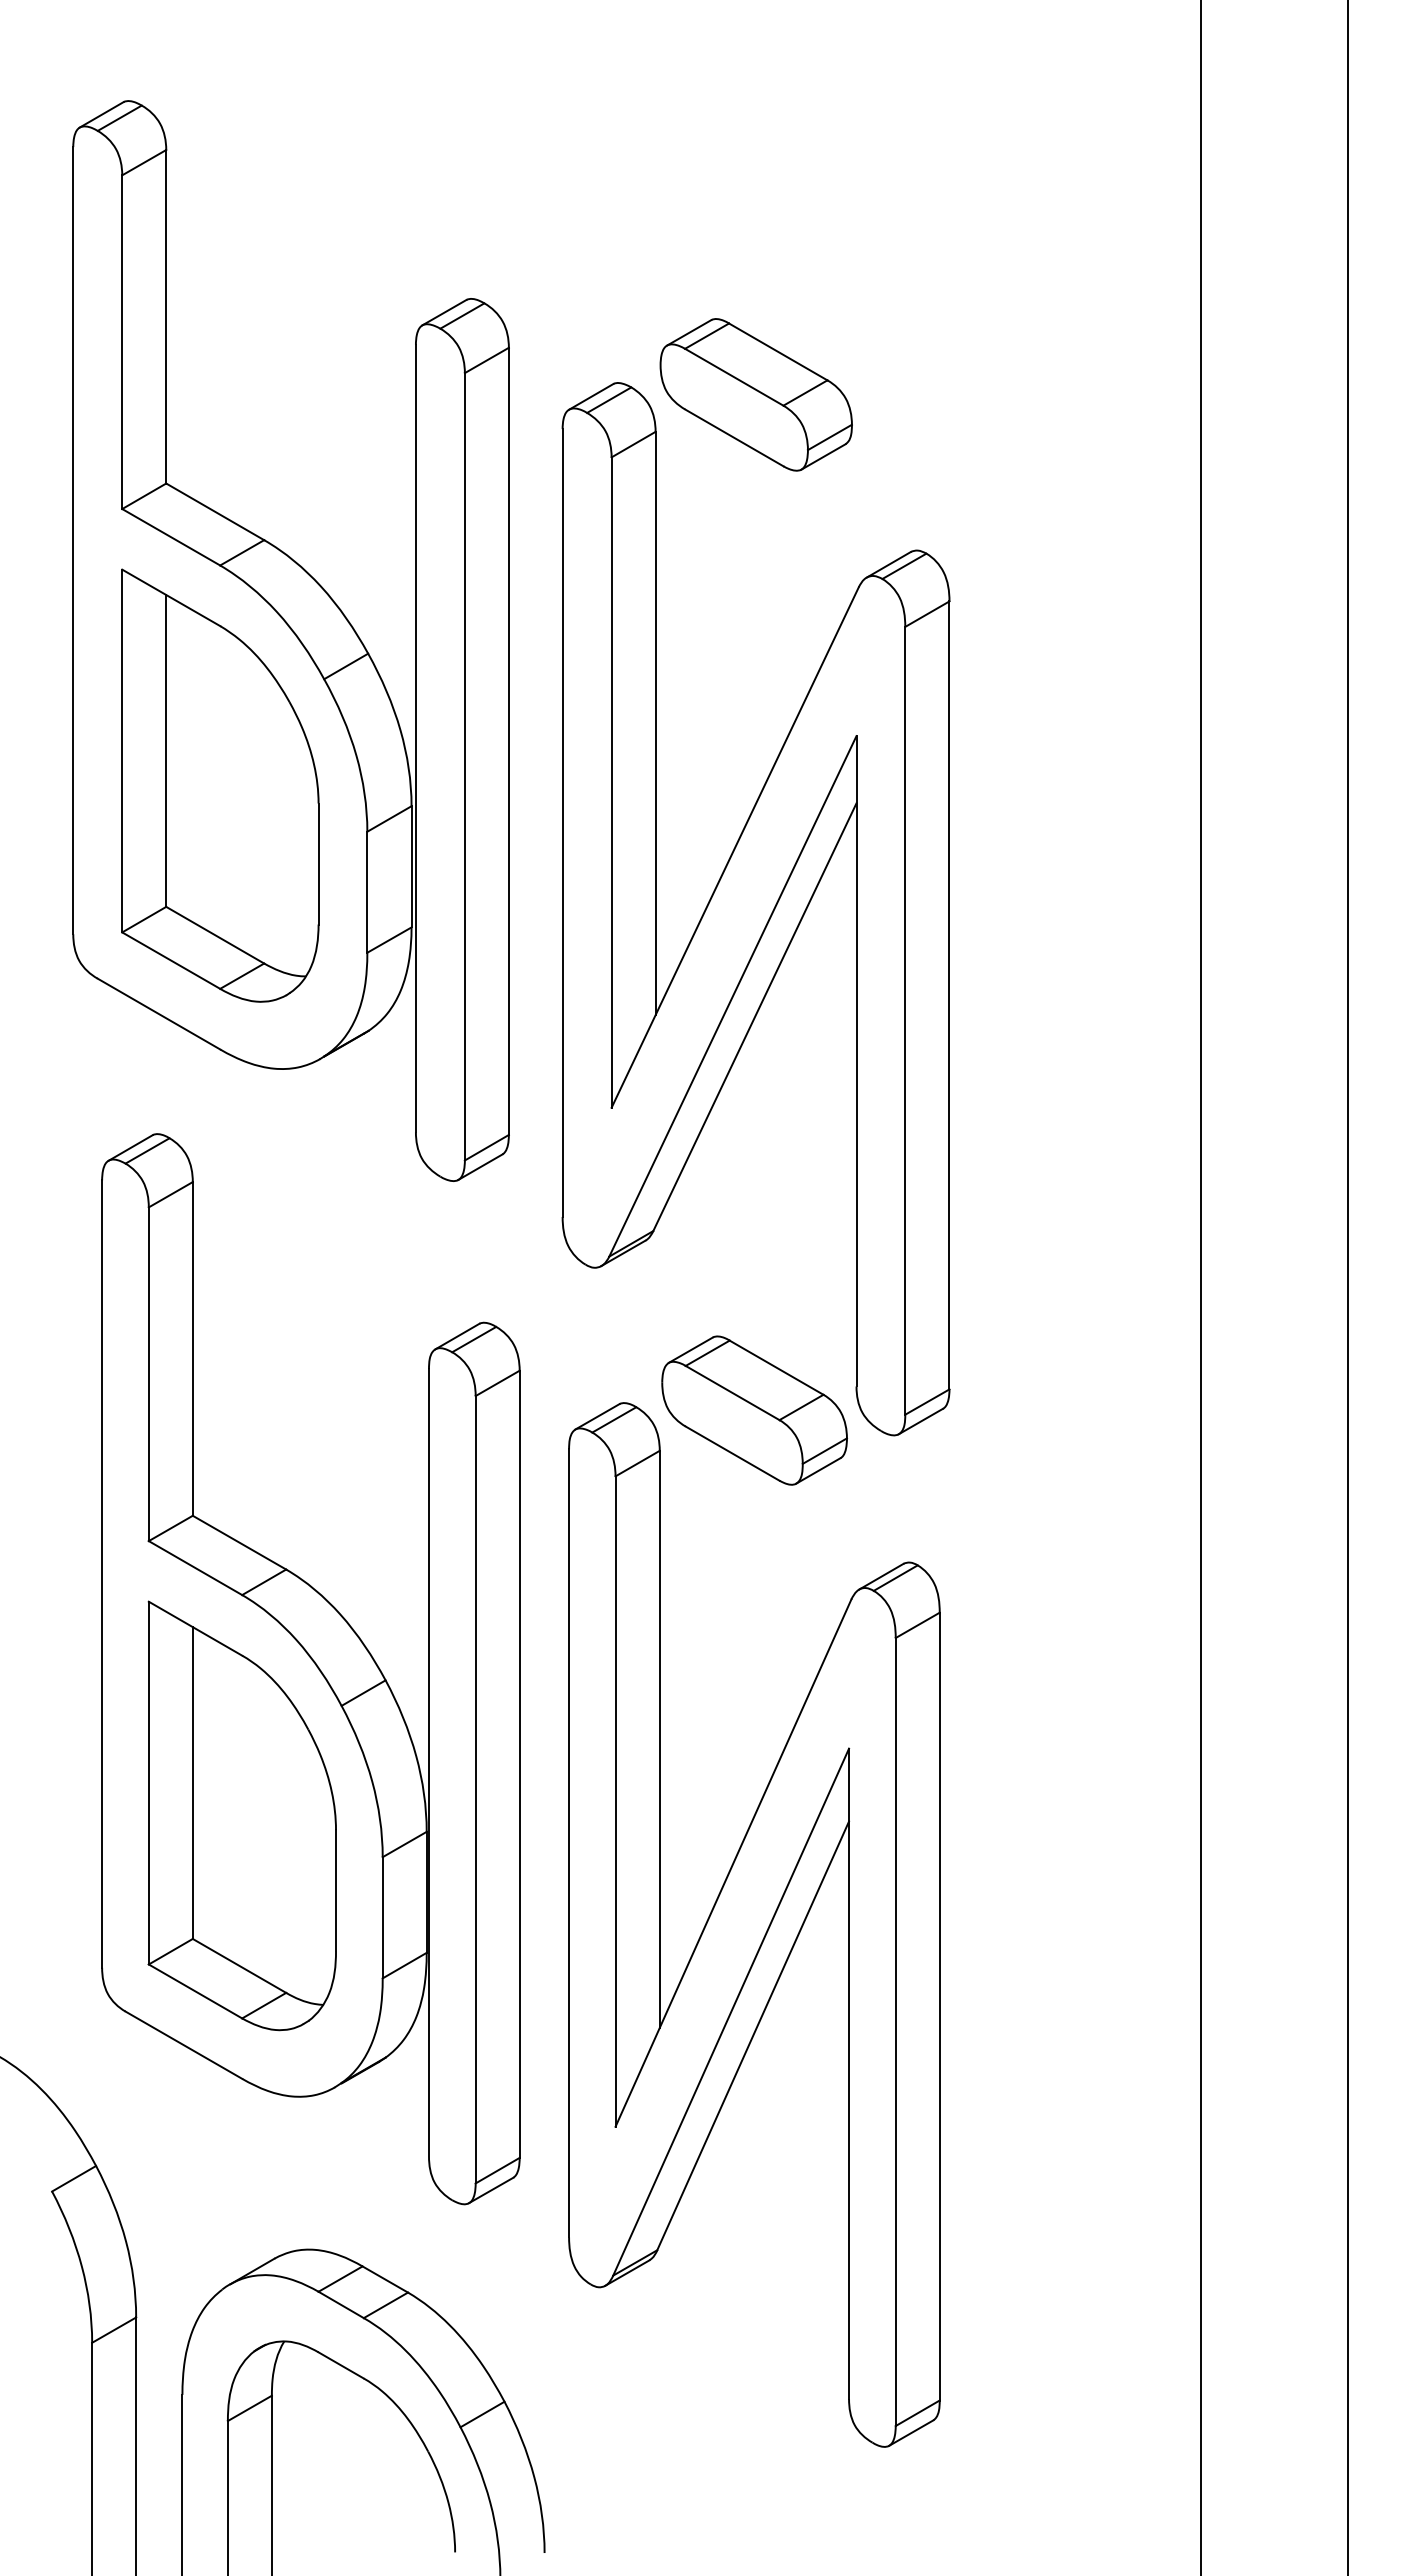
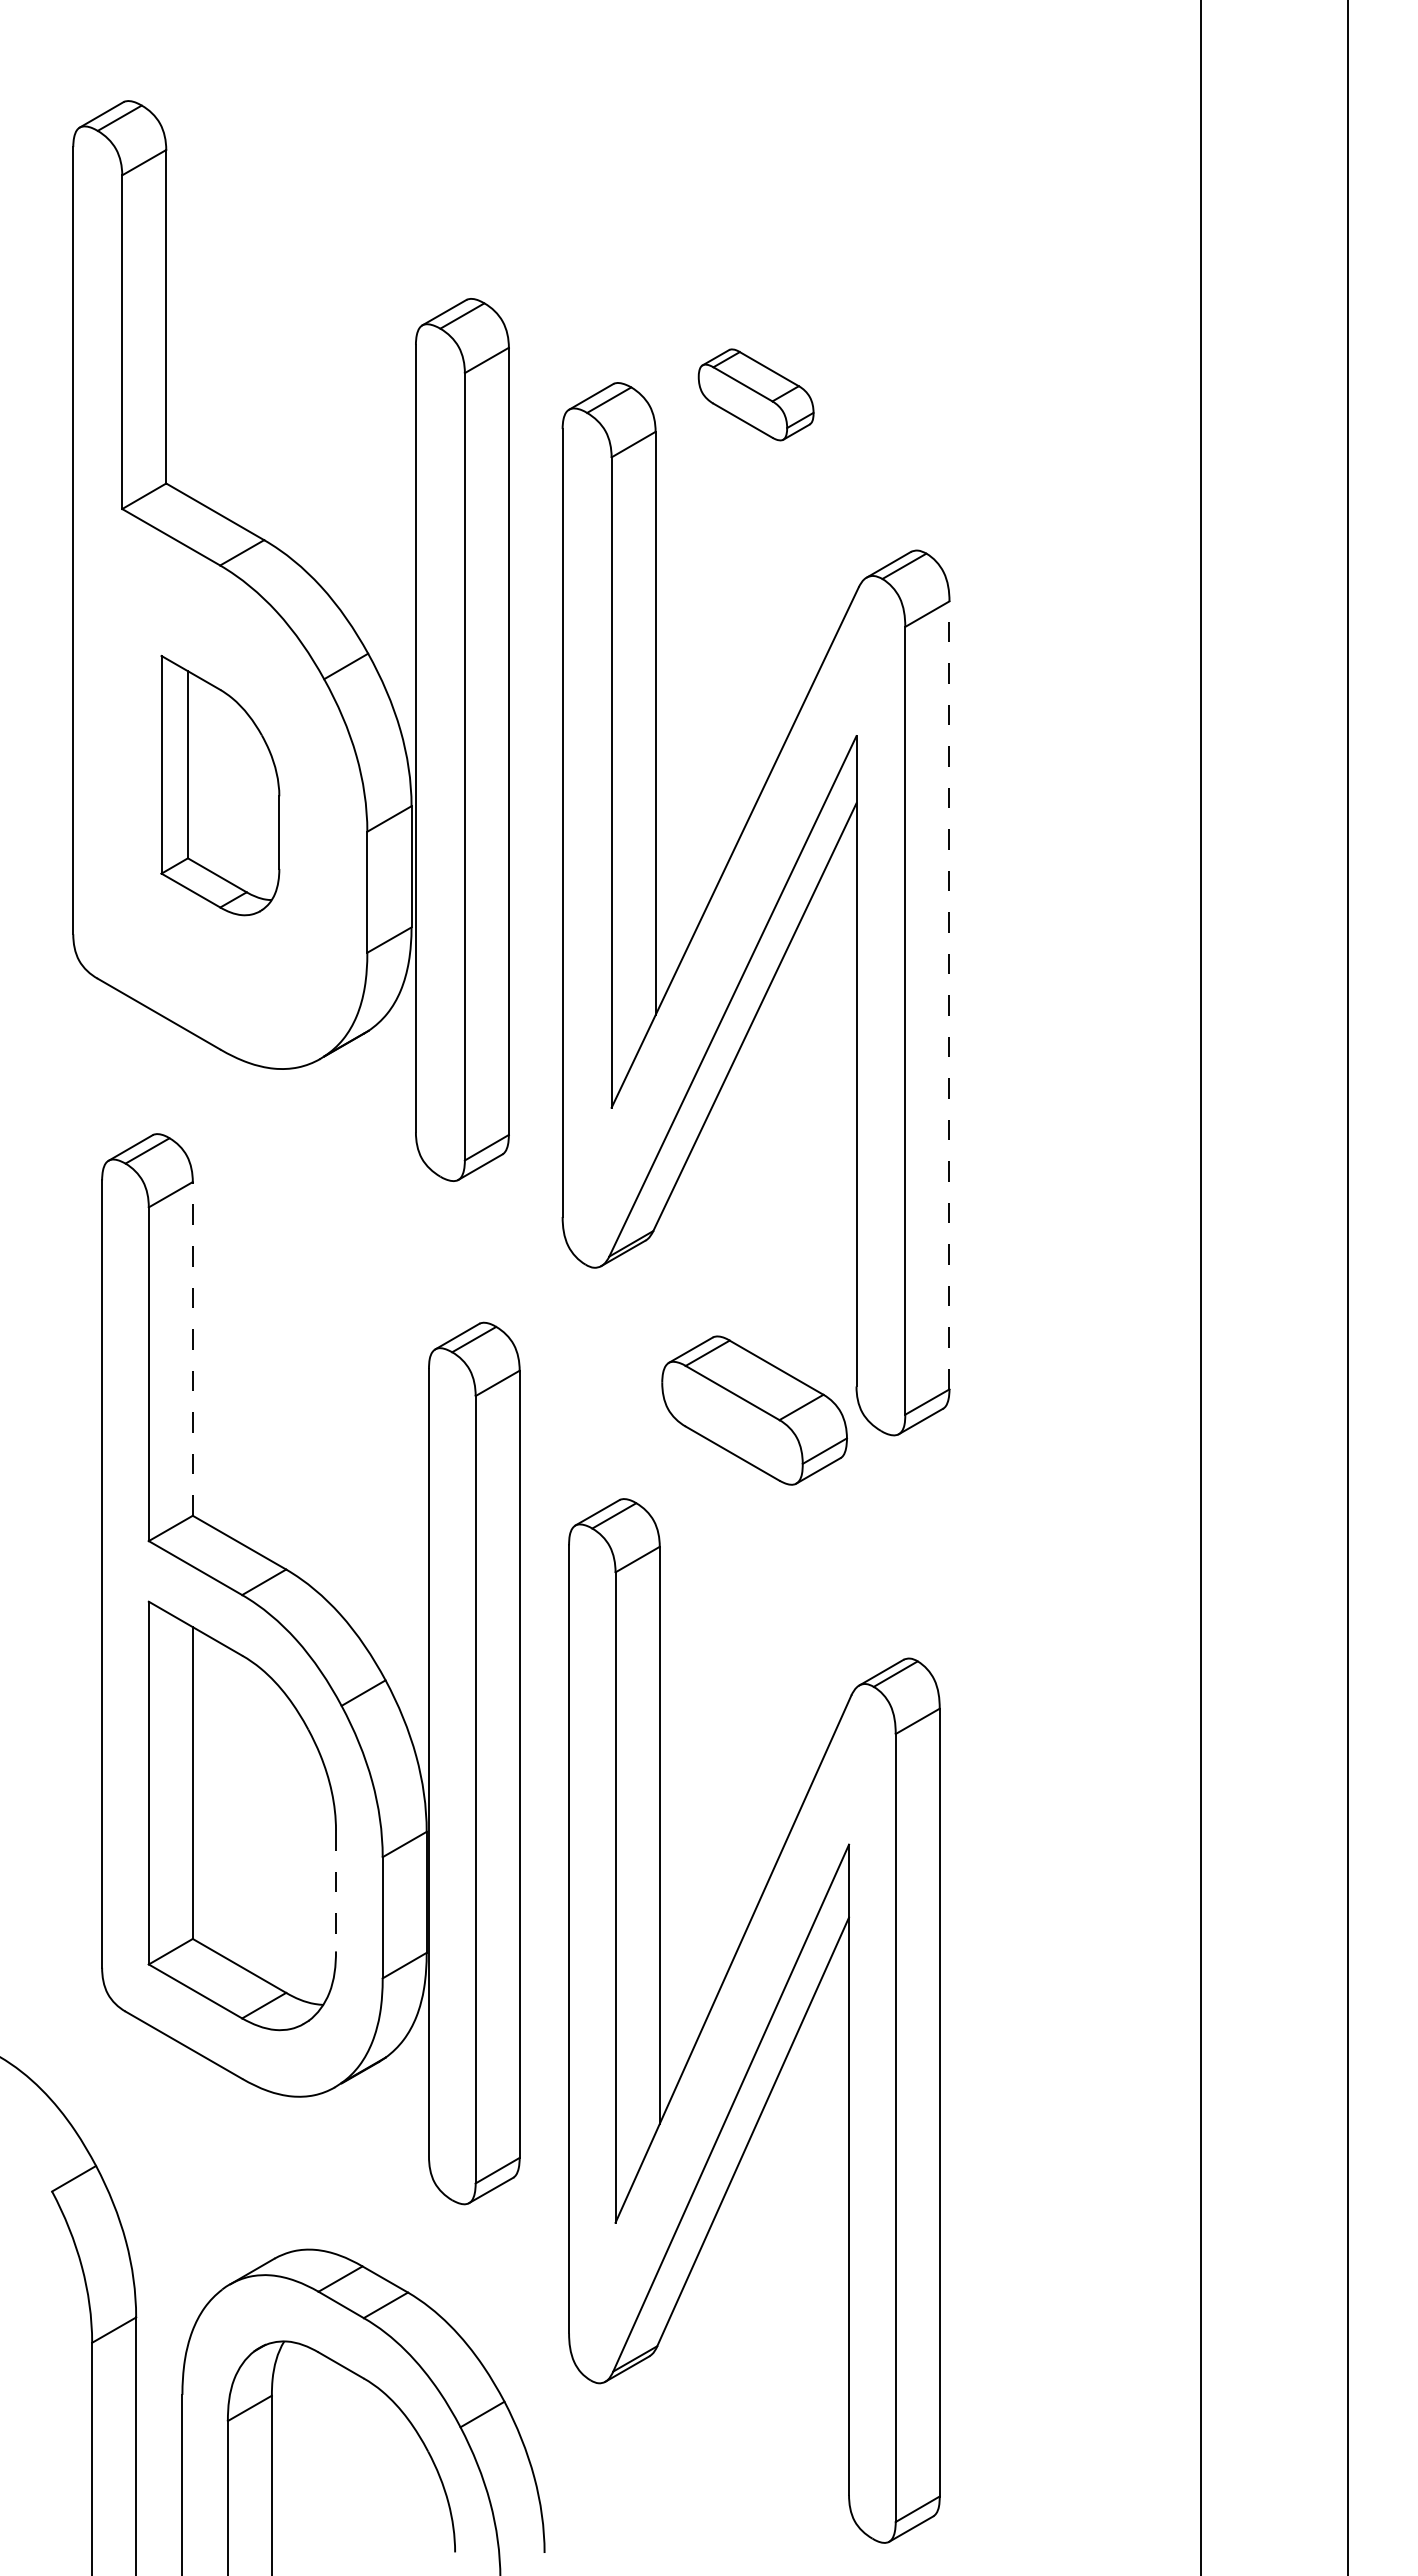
part at (755, 394) size: 194x154 px -> 118x94 px
part at (220, 785) size: 199x435 px -> 121x263 px
line at (949, 994): solid -> dashed
line at (192, 1348): solid -> dashed
line at (336, 1890): solid -> dashed
part at (754, 1924) position: (754, 1924) -> (754, 2020)
